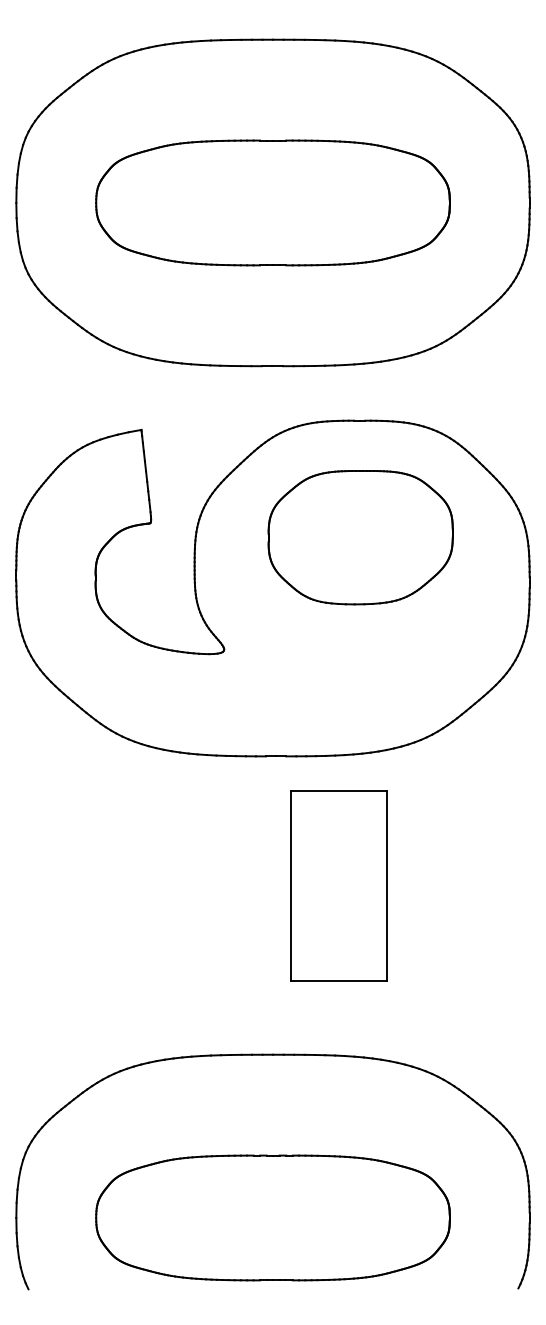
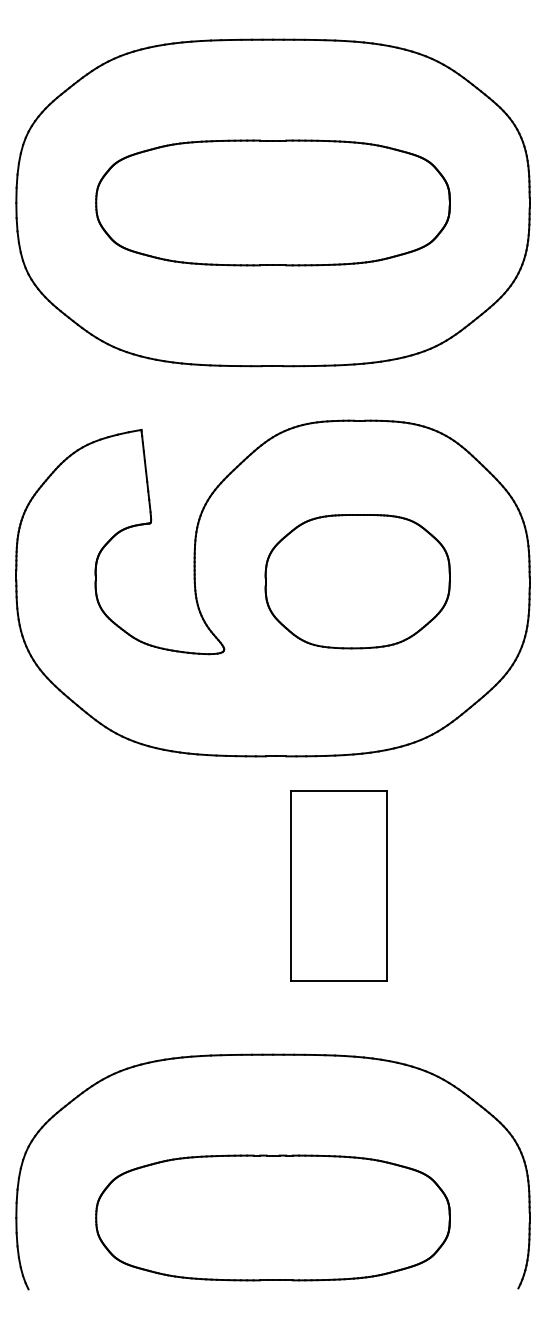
part at (360, 537) position: (360, 537) -> (357, 581)
